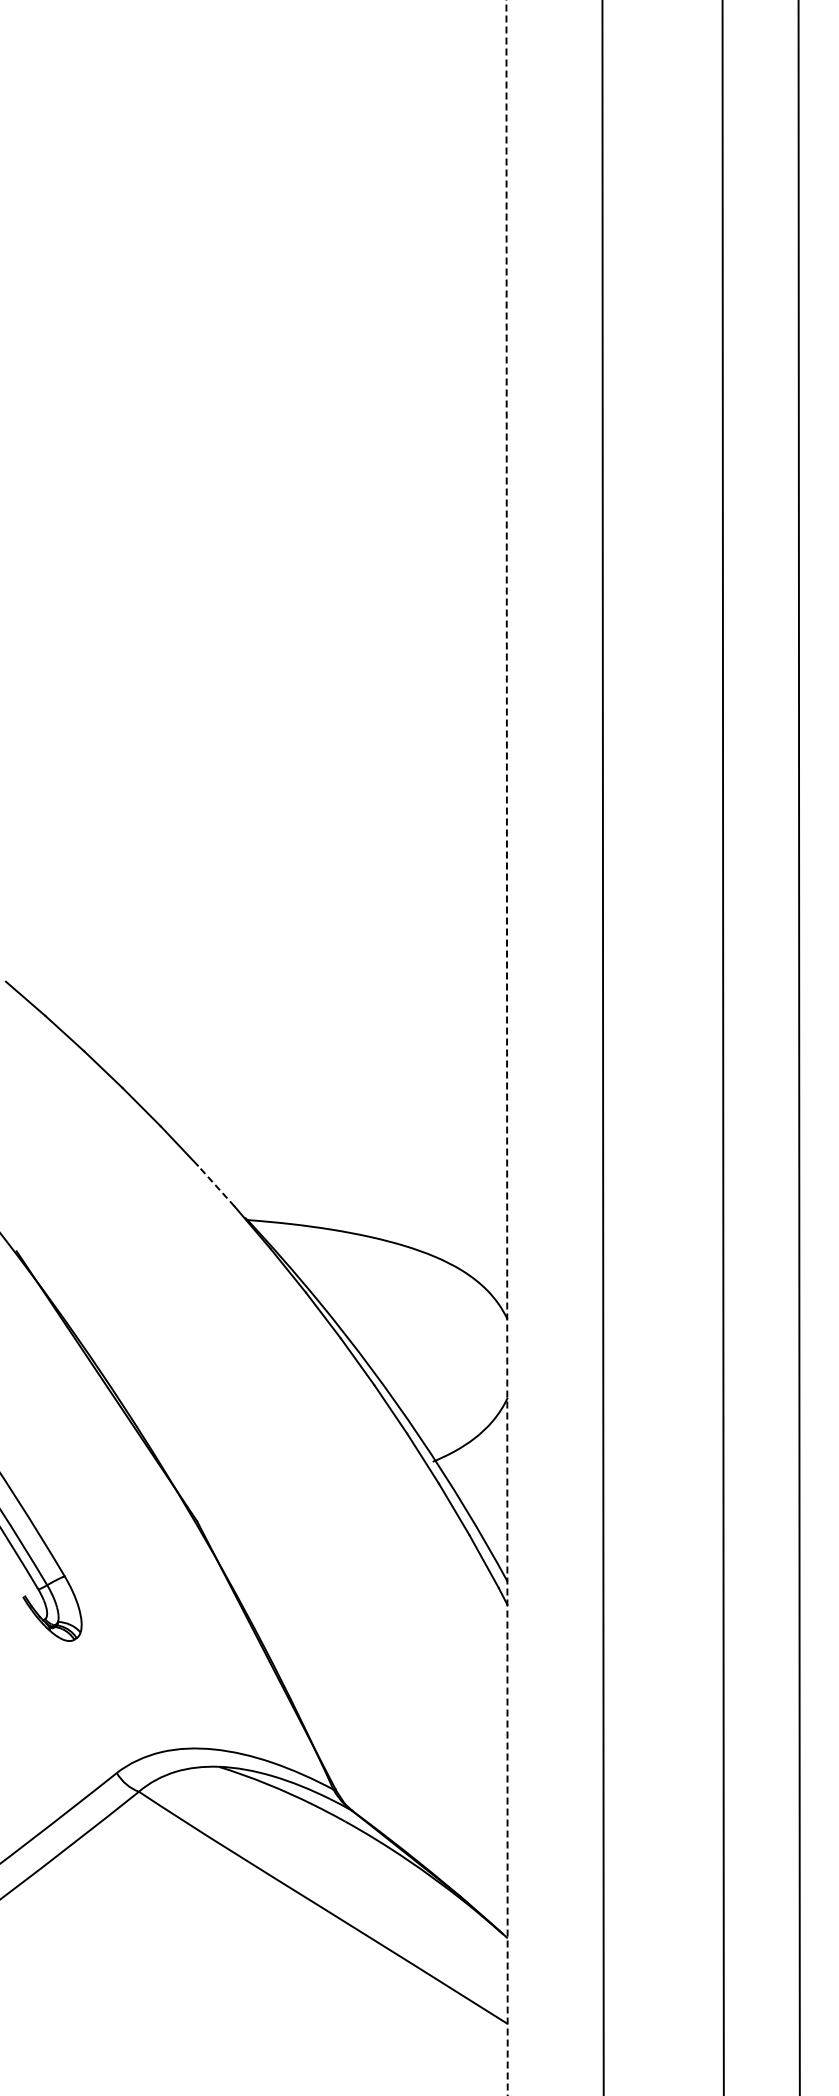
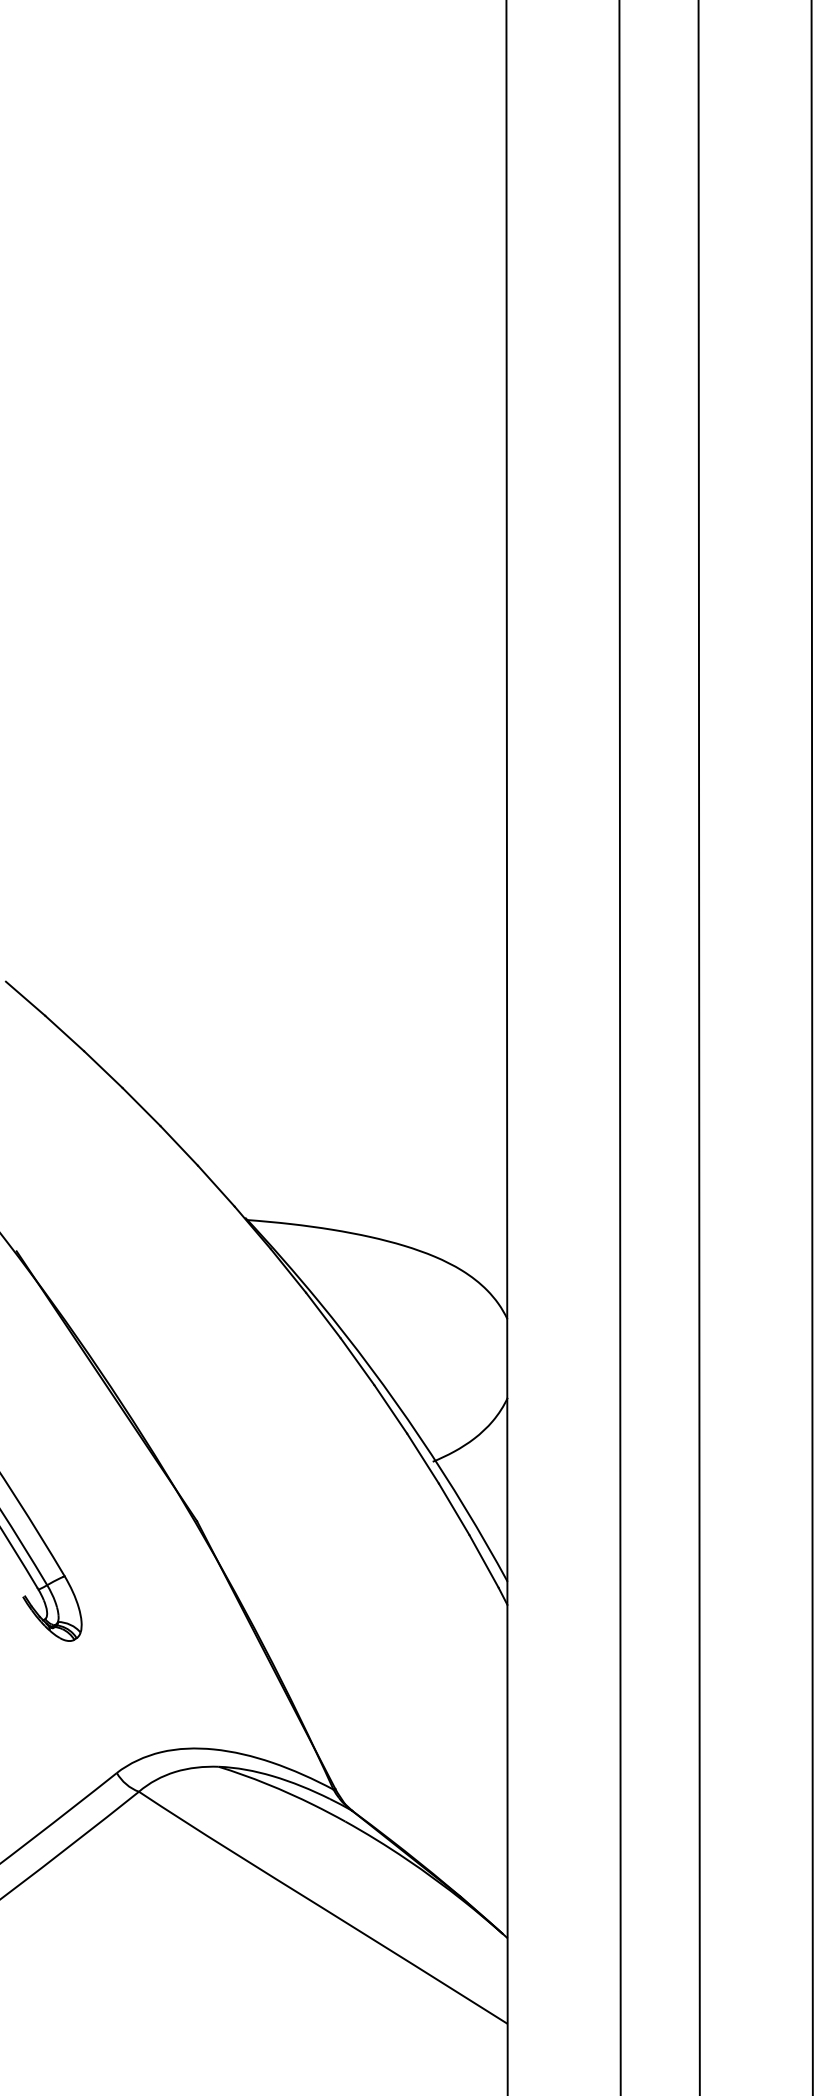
line at (507, 1047): dashed -> solid
line at (602, 1047) position: (602, 1047) -> (619, 1047)
line at (722, 1047) position: (722, 1047) -> (698, 1047)
line at (798, 1047) position: (798, 1047) -> (811, 1047)
line at (216, 1186): dashed -> solid
